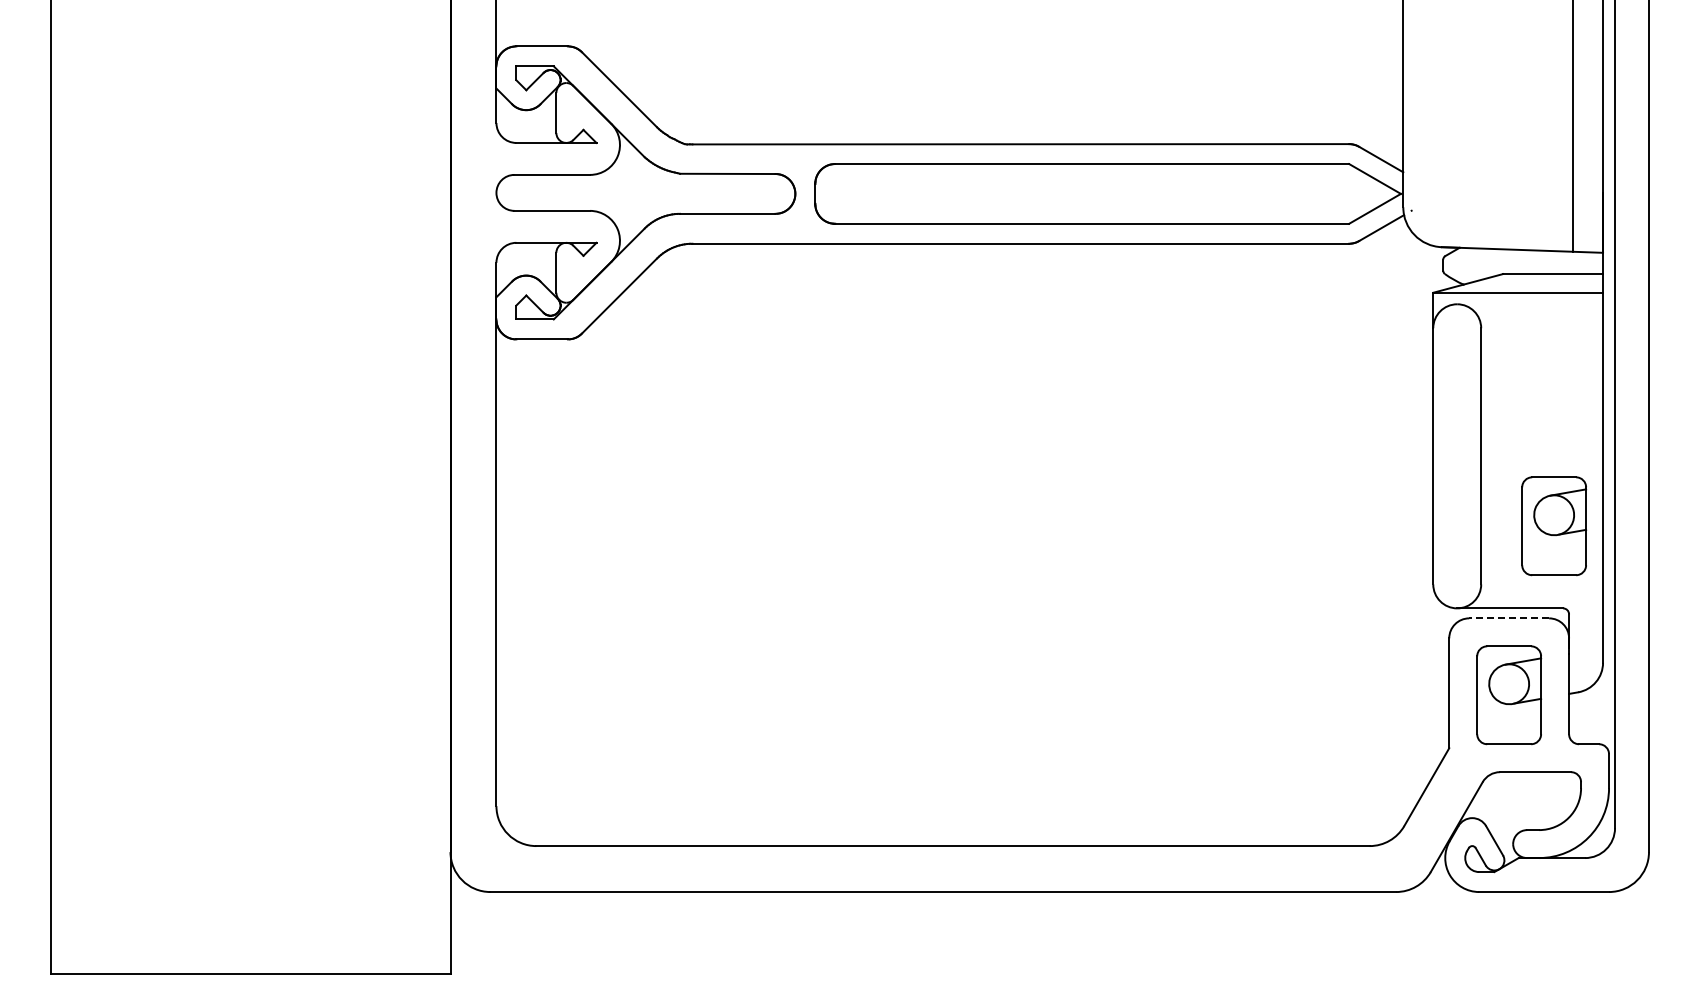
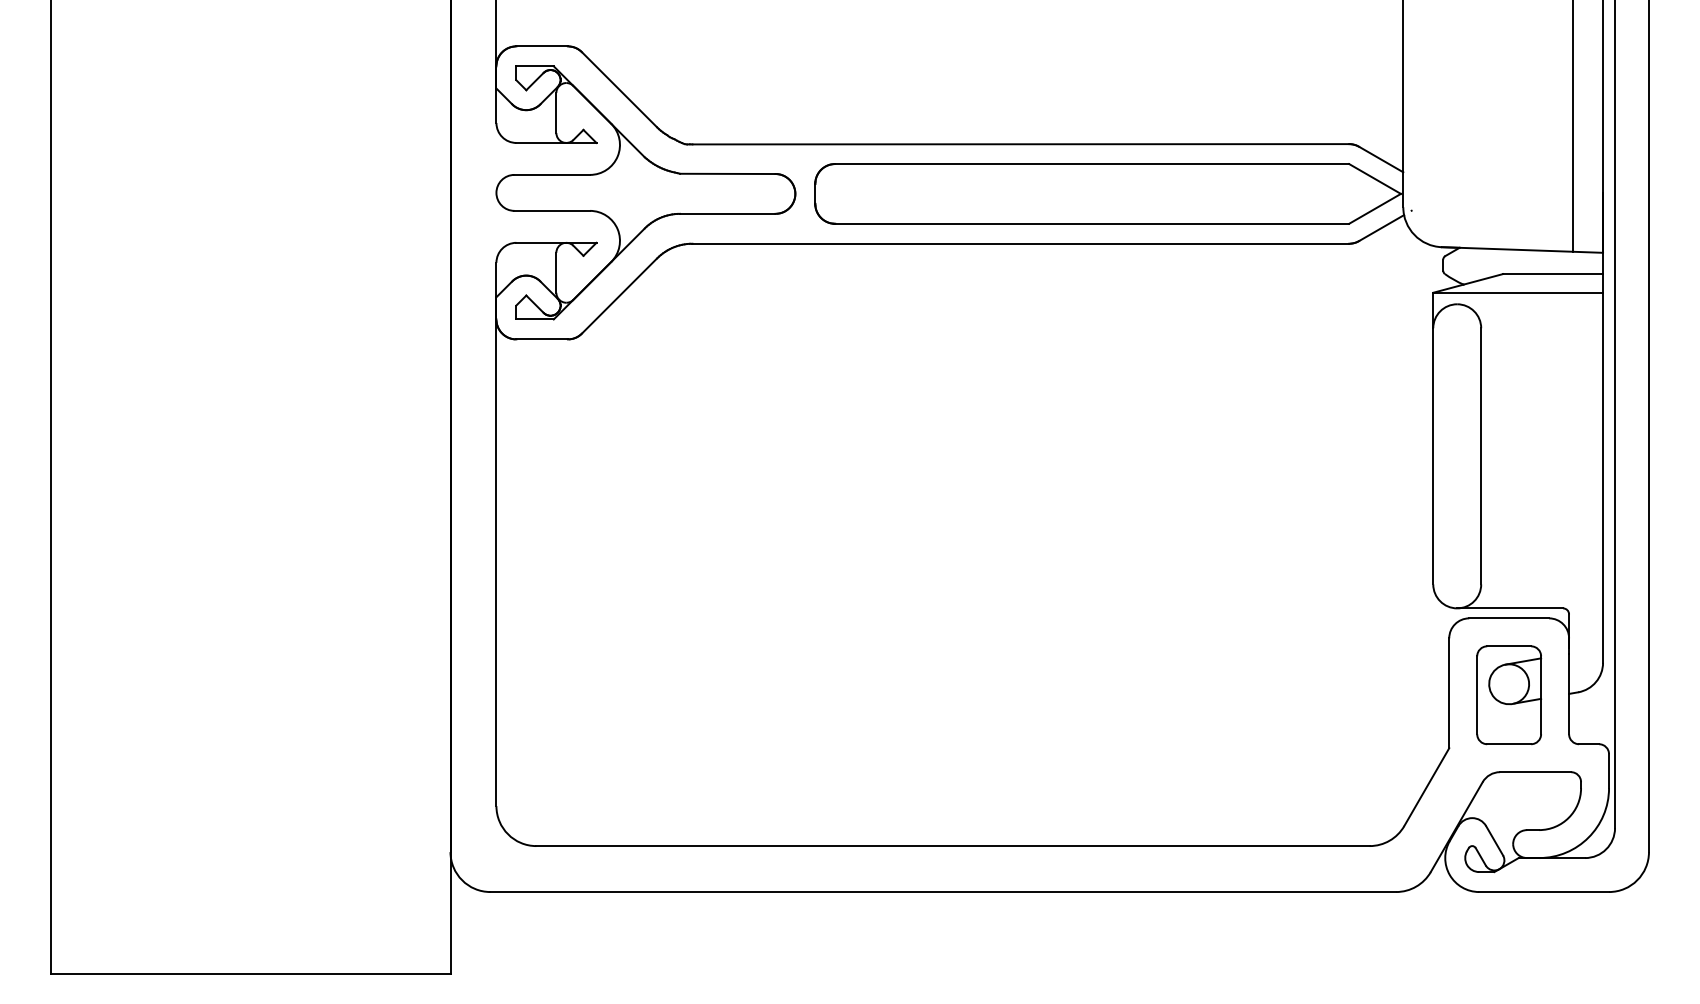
part at (1554, 526): present -> none
line at (1509, 618): dashed -> solid
